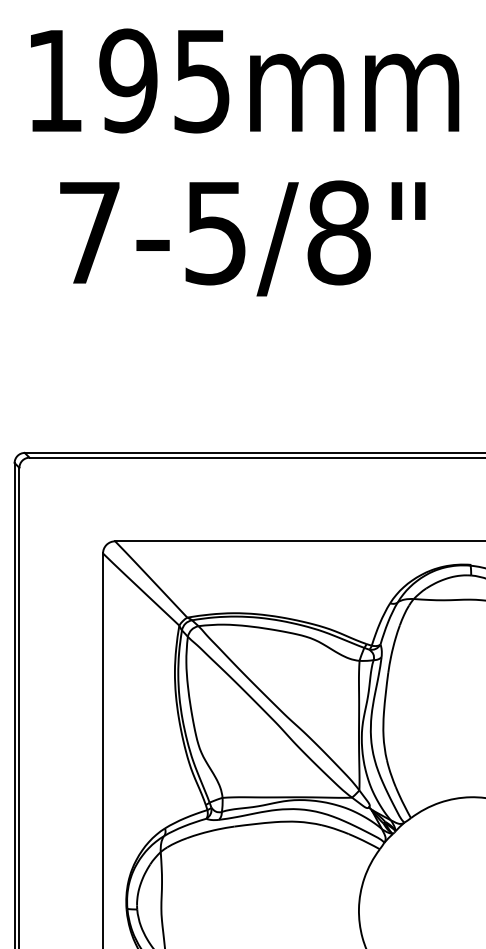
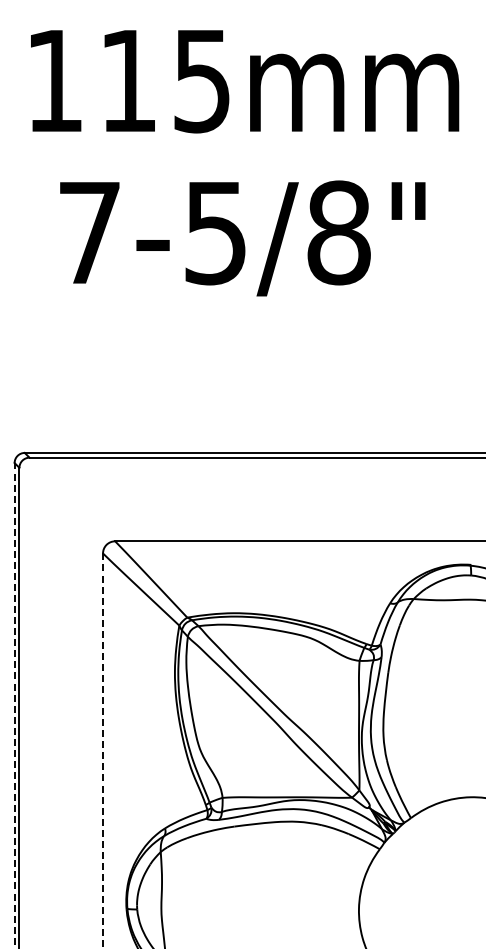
text at (128, 80): 195 -> 115
line at (14, 706): solid -> dashed
line at (103, 751): solid -> dashed
